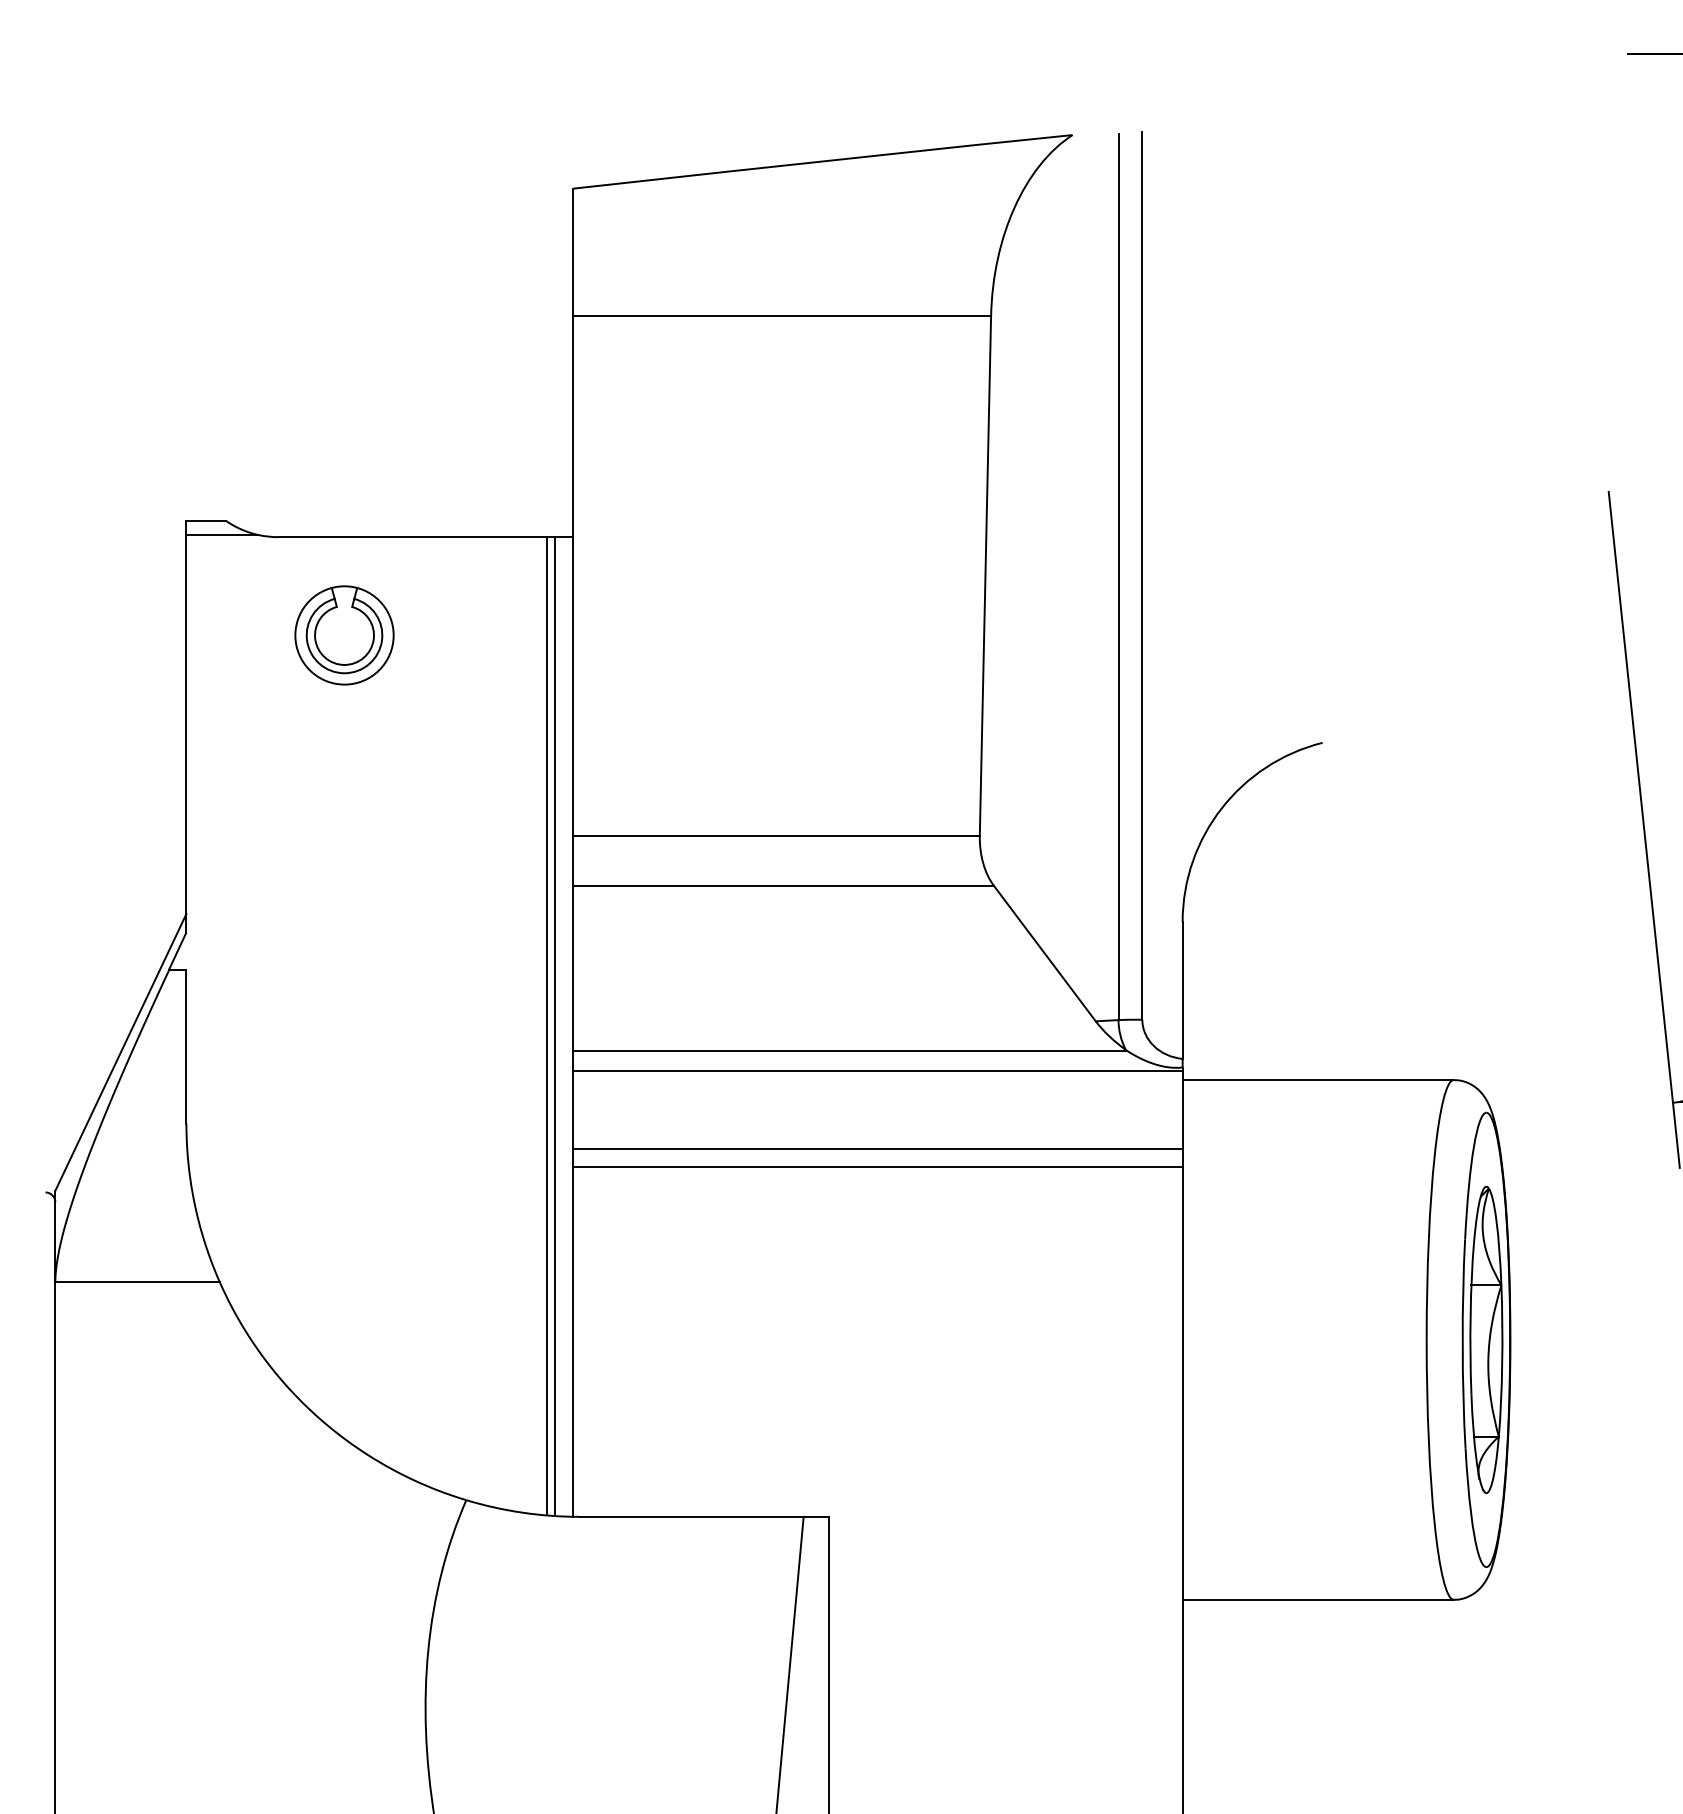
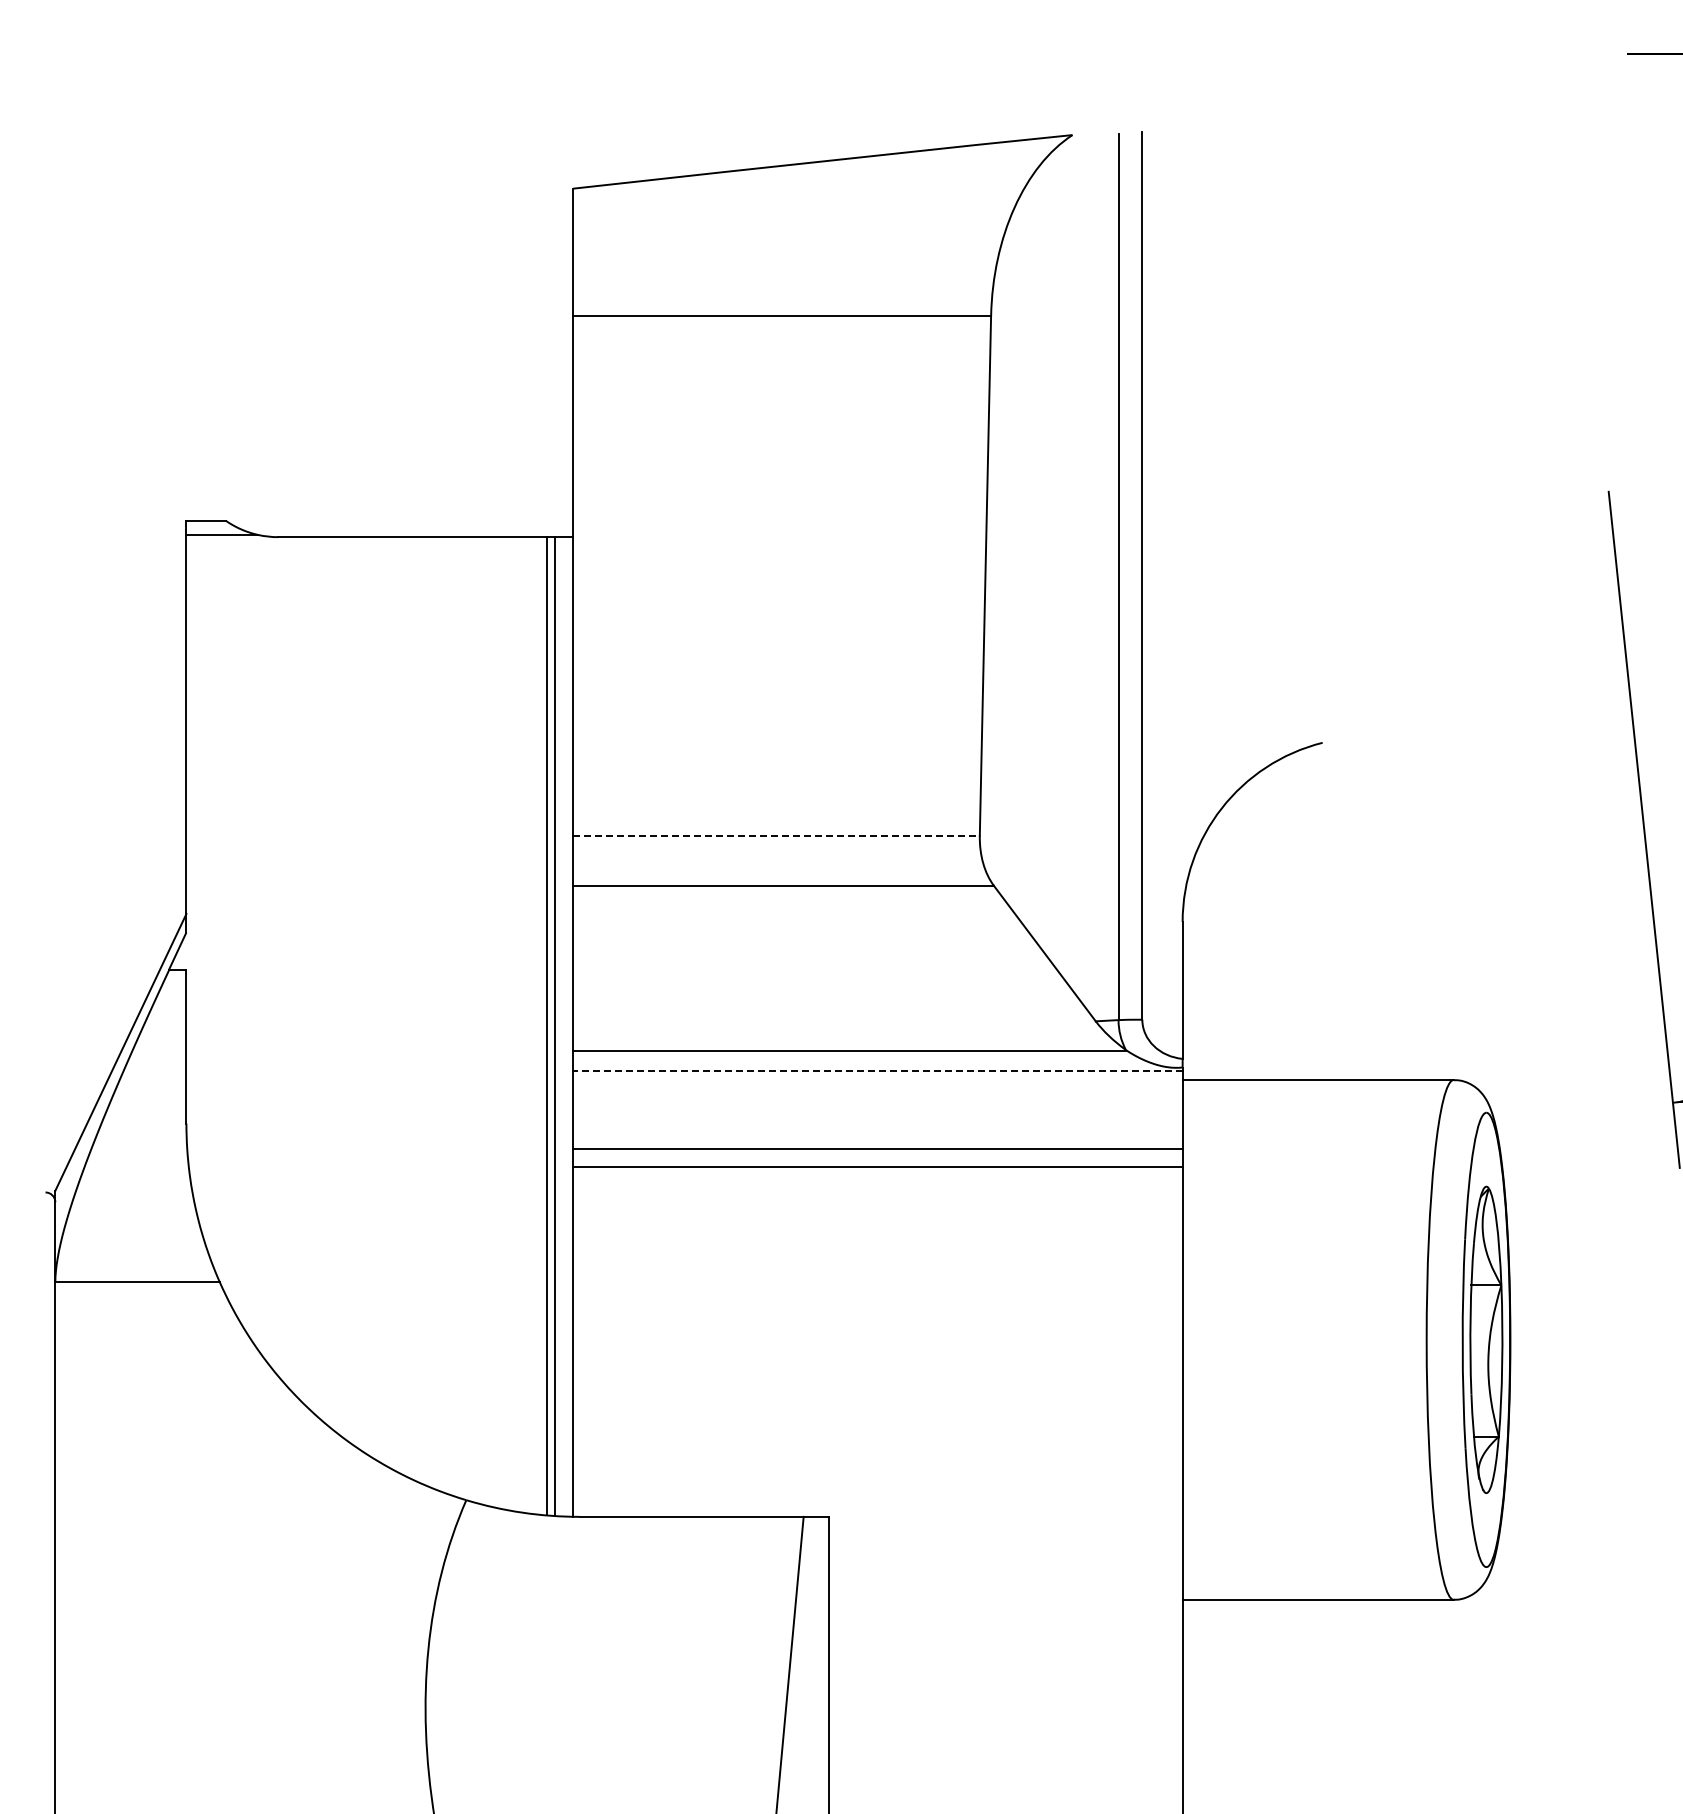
part at (344, 635): present -> none
line at (777, 835): solid -> dashed
line at (877, 1070): solid -> dashed
